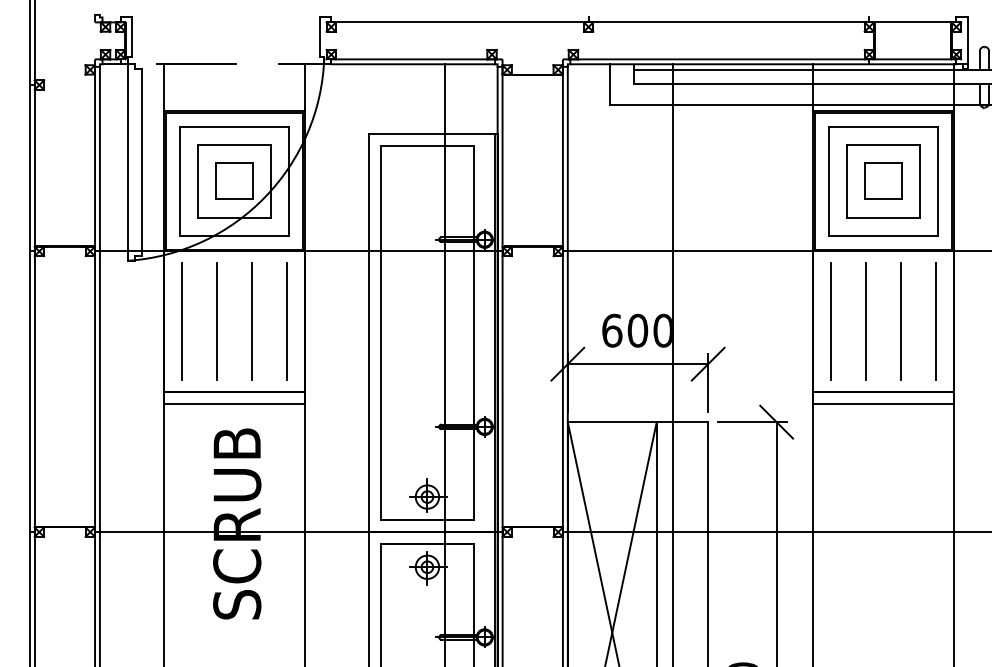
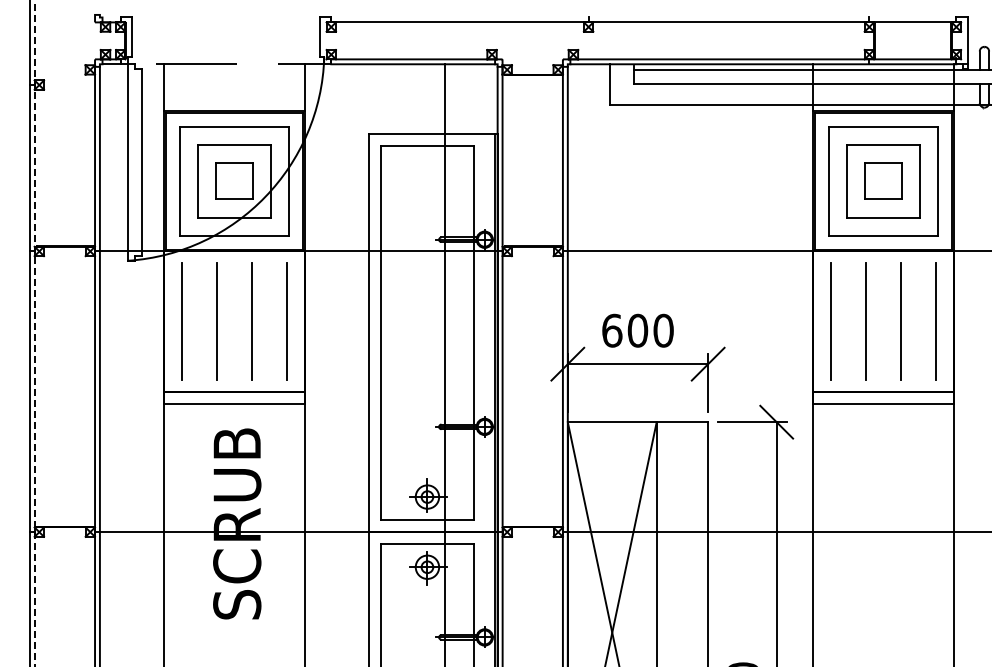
line at (34, 333): solid -> dashed
line at (673, 363): present -> none
